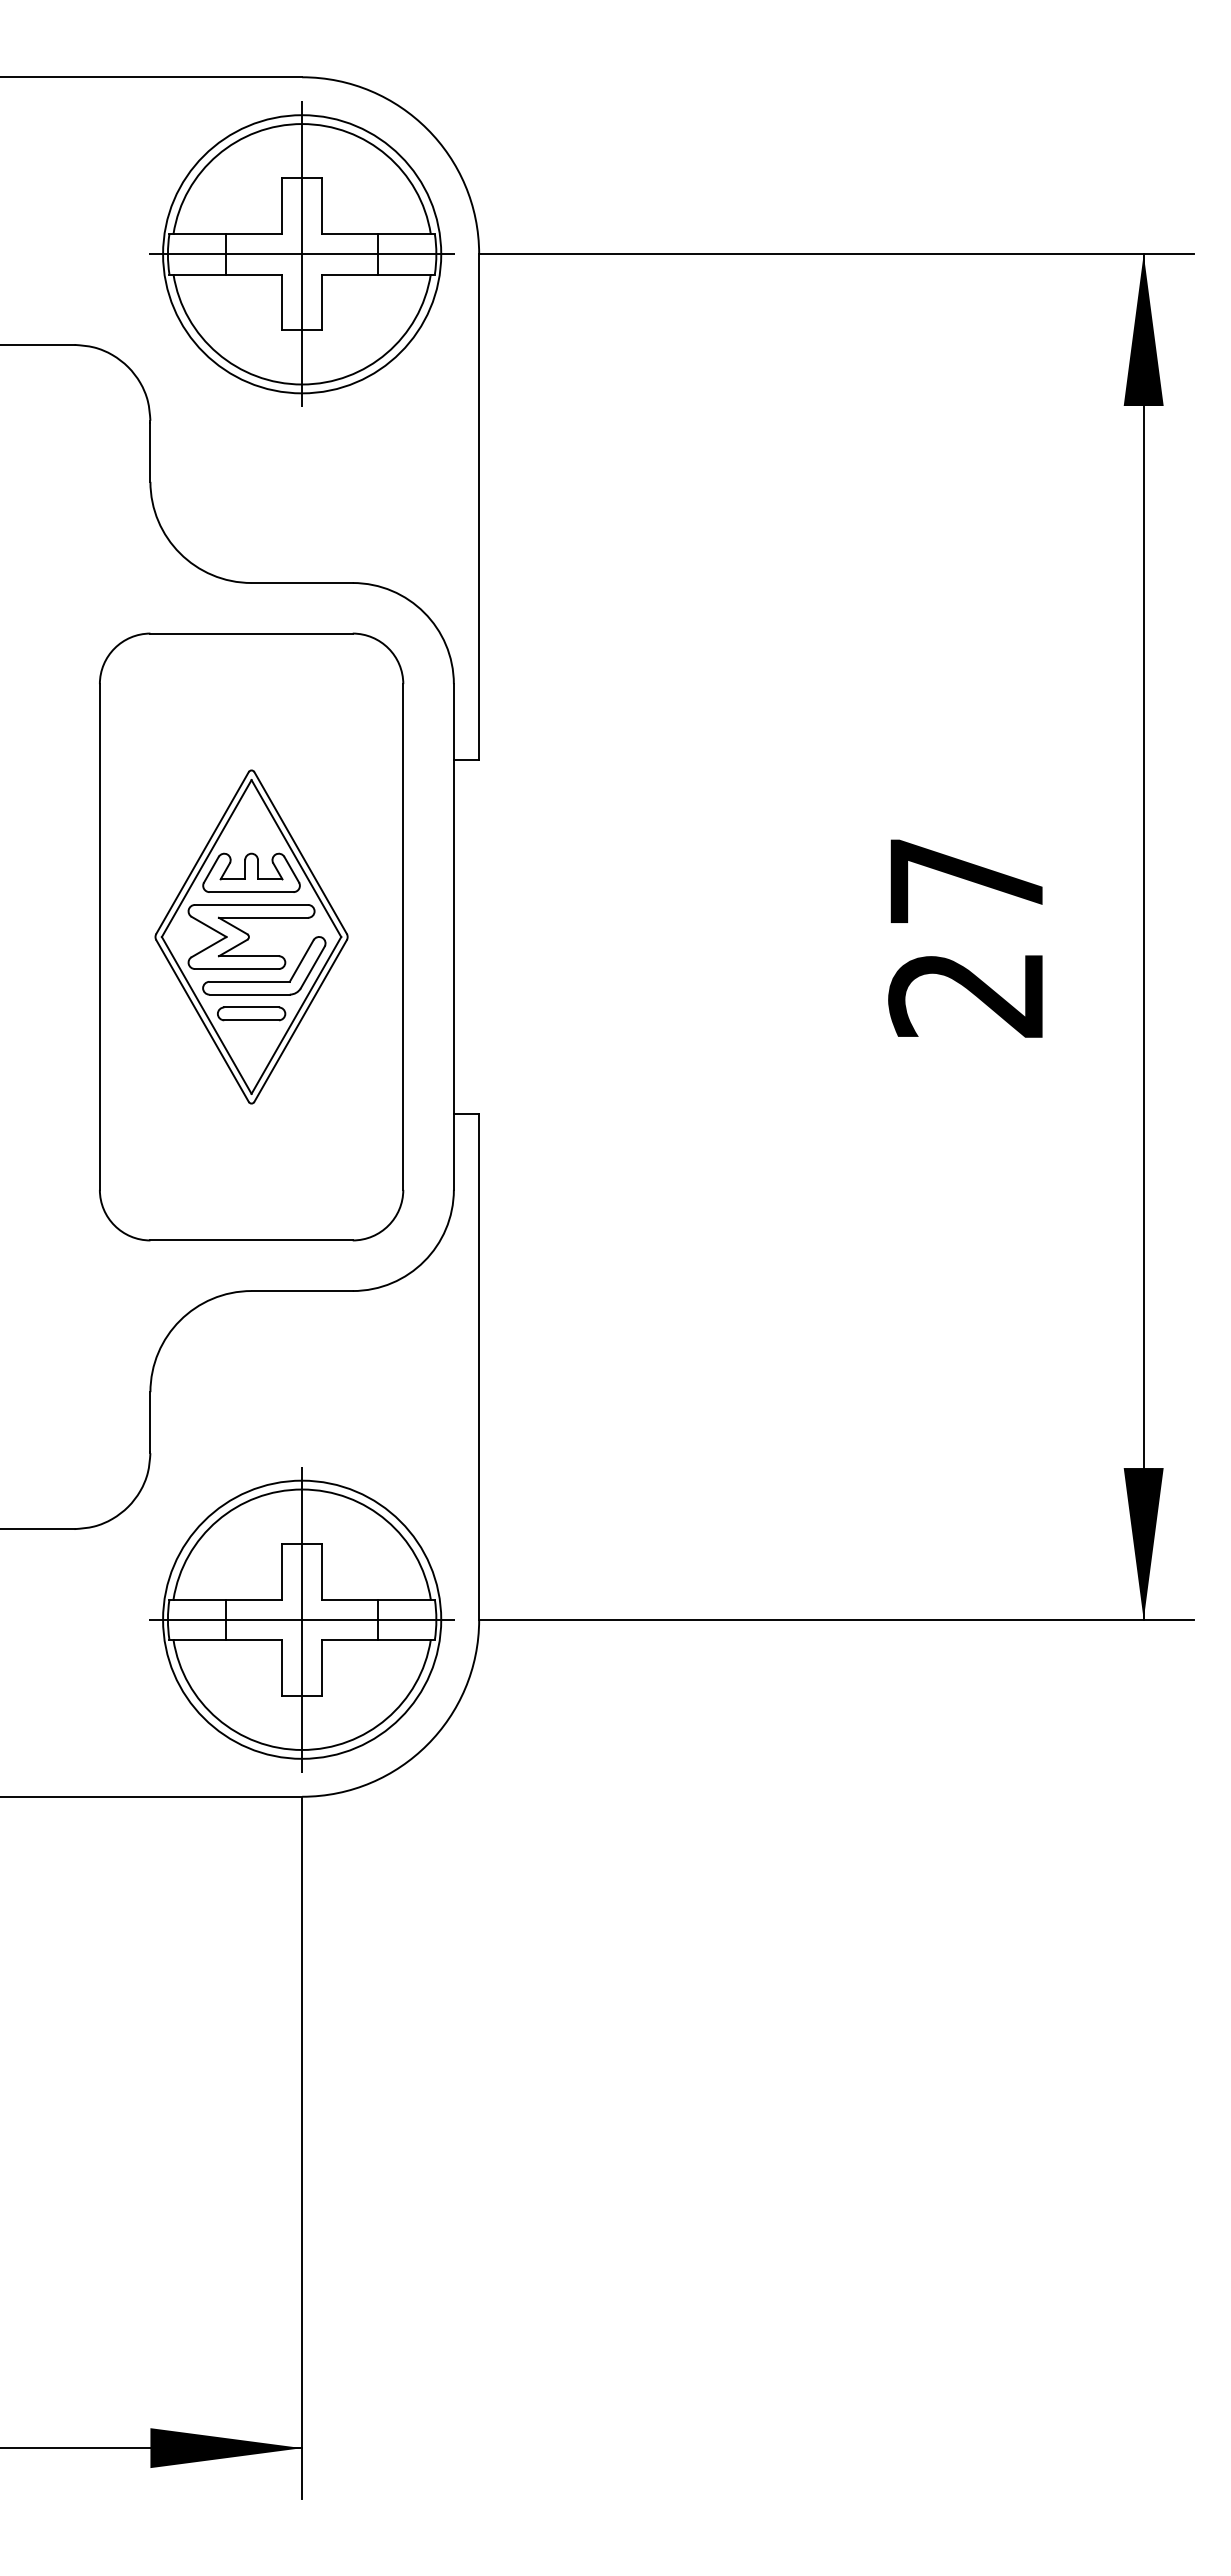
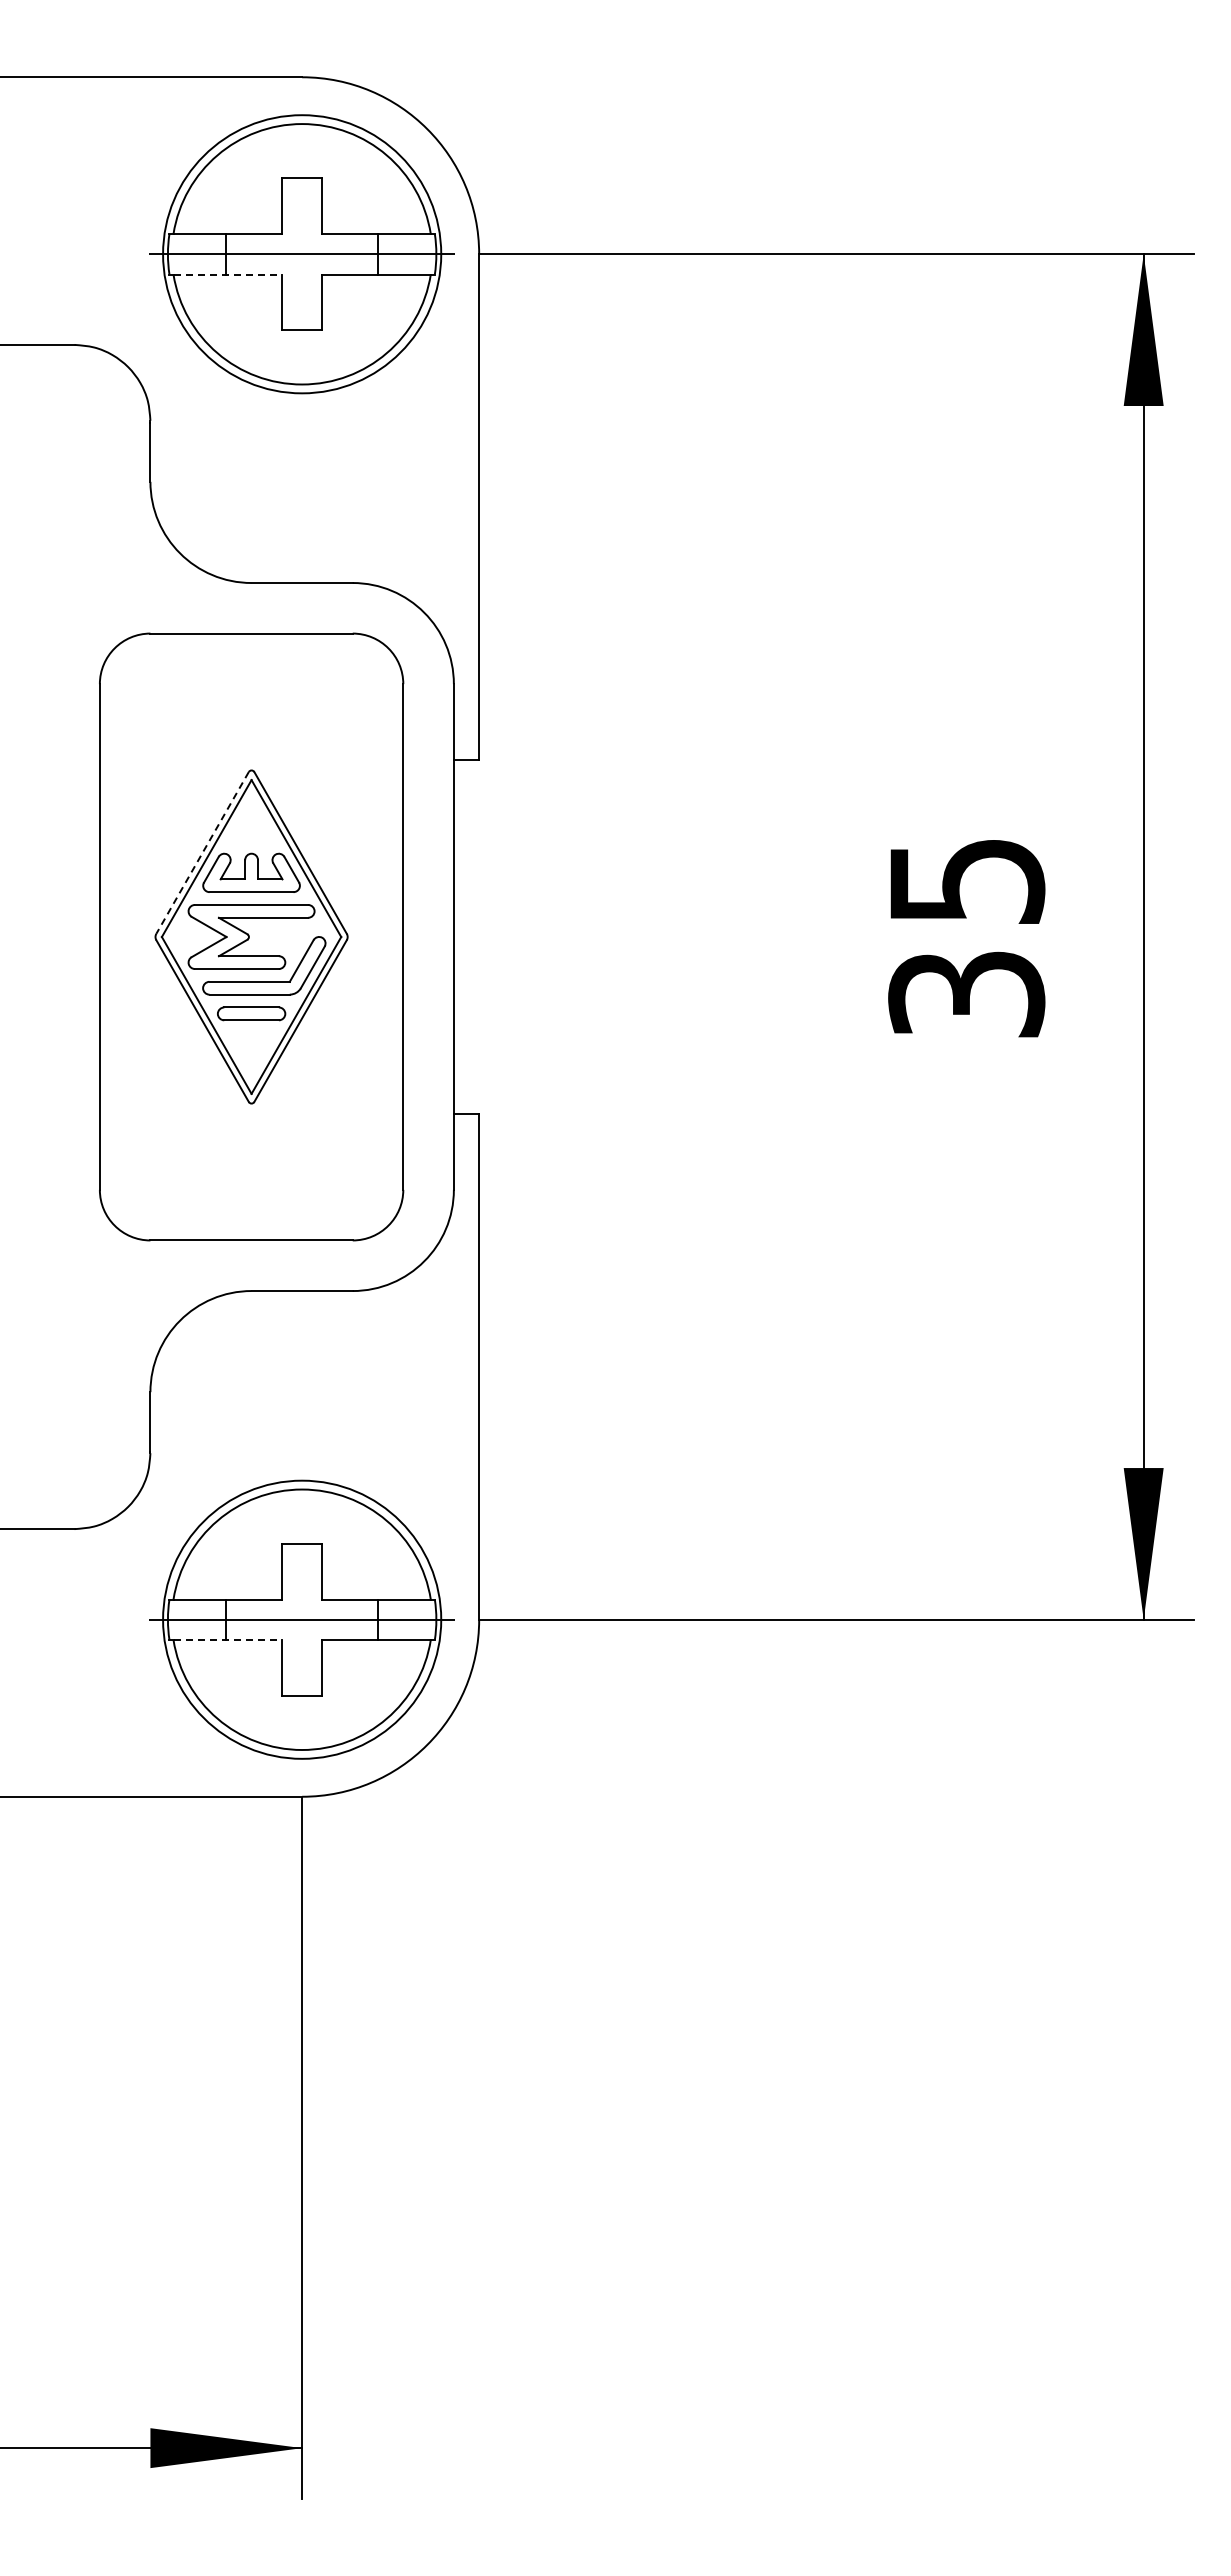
line at (302, 254): present -> none
line at (228, 274): solid -> dashed
line at (202, 853): solid -> dashed
text at (966, 938): 27 -> 35
line at (302, 1619): present -> none
line at (228, 1639): solid -> dashed
